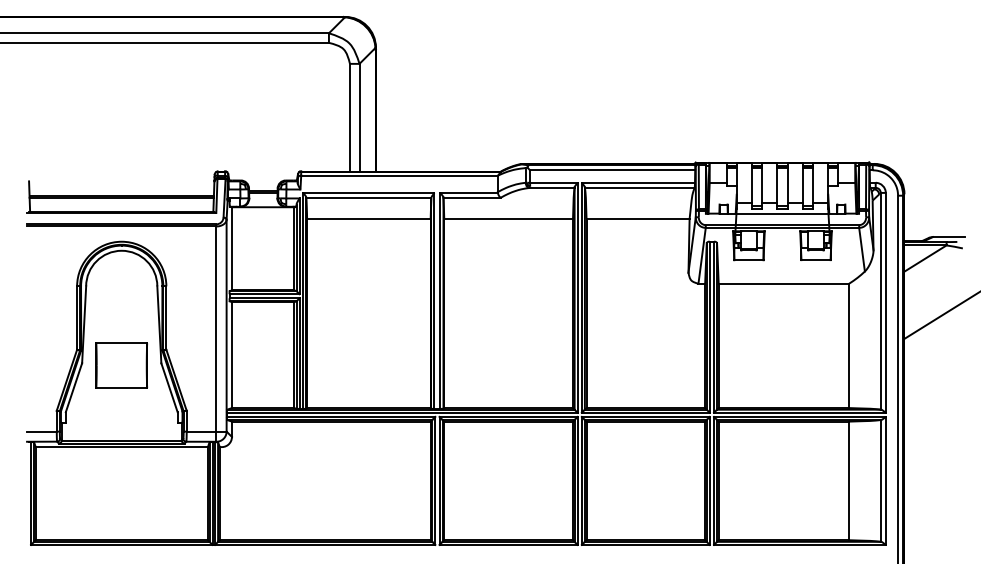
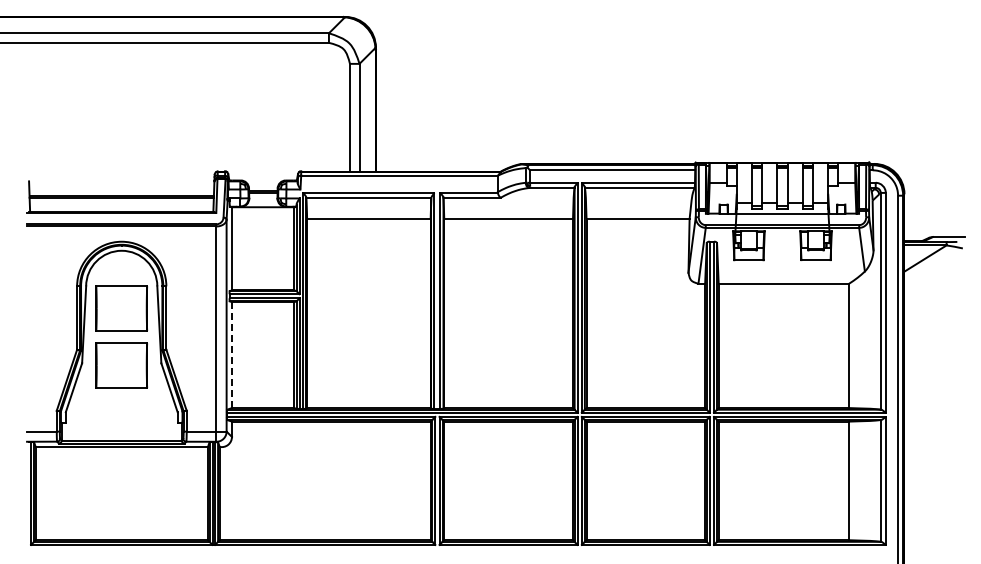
part at (121, 308): none -> present
line at (940, 315): present -> none
line at (231, 355): solid -> dashed
